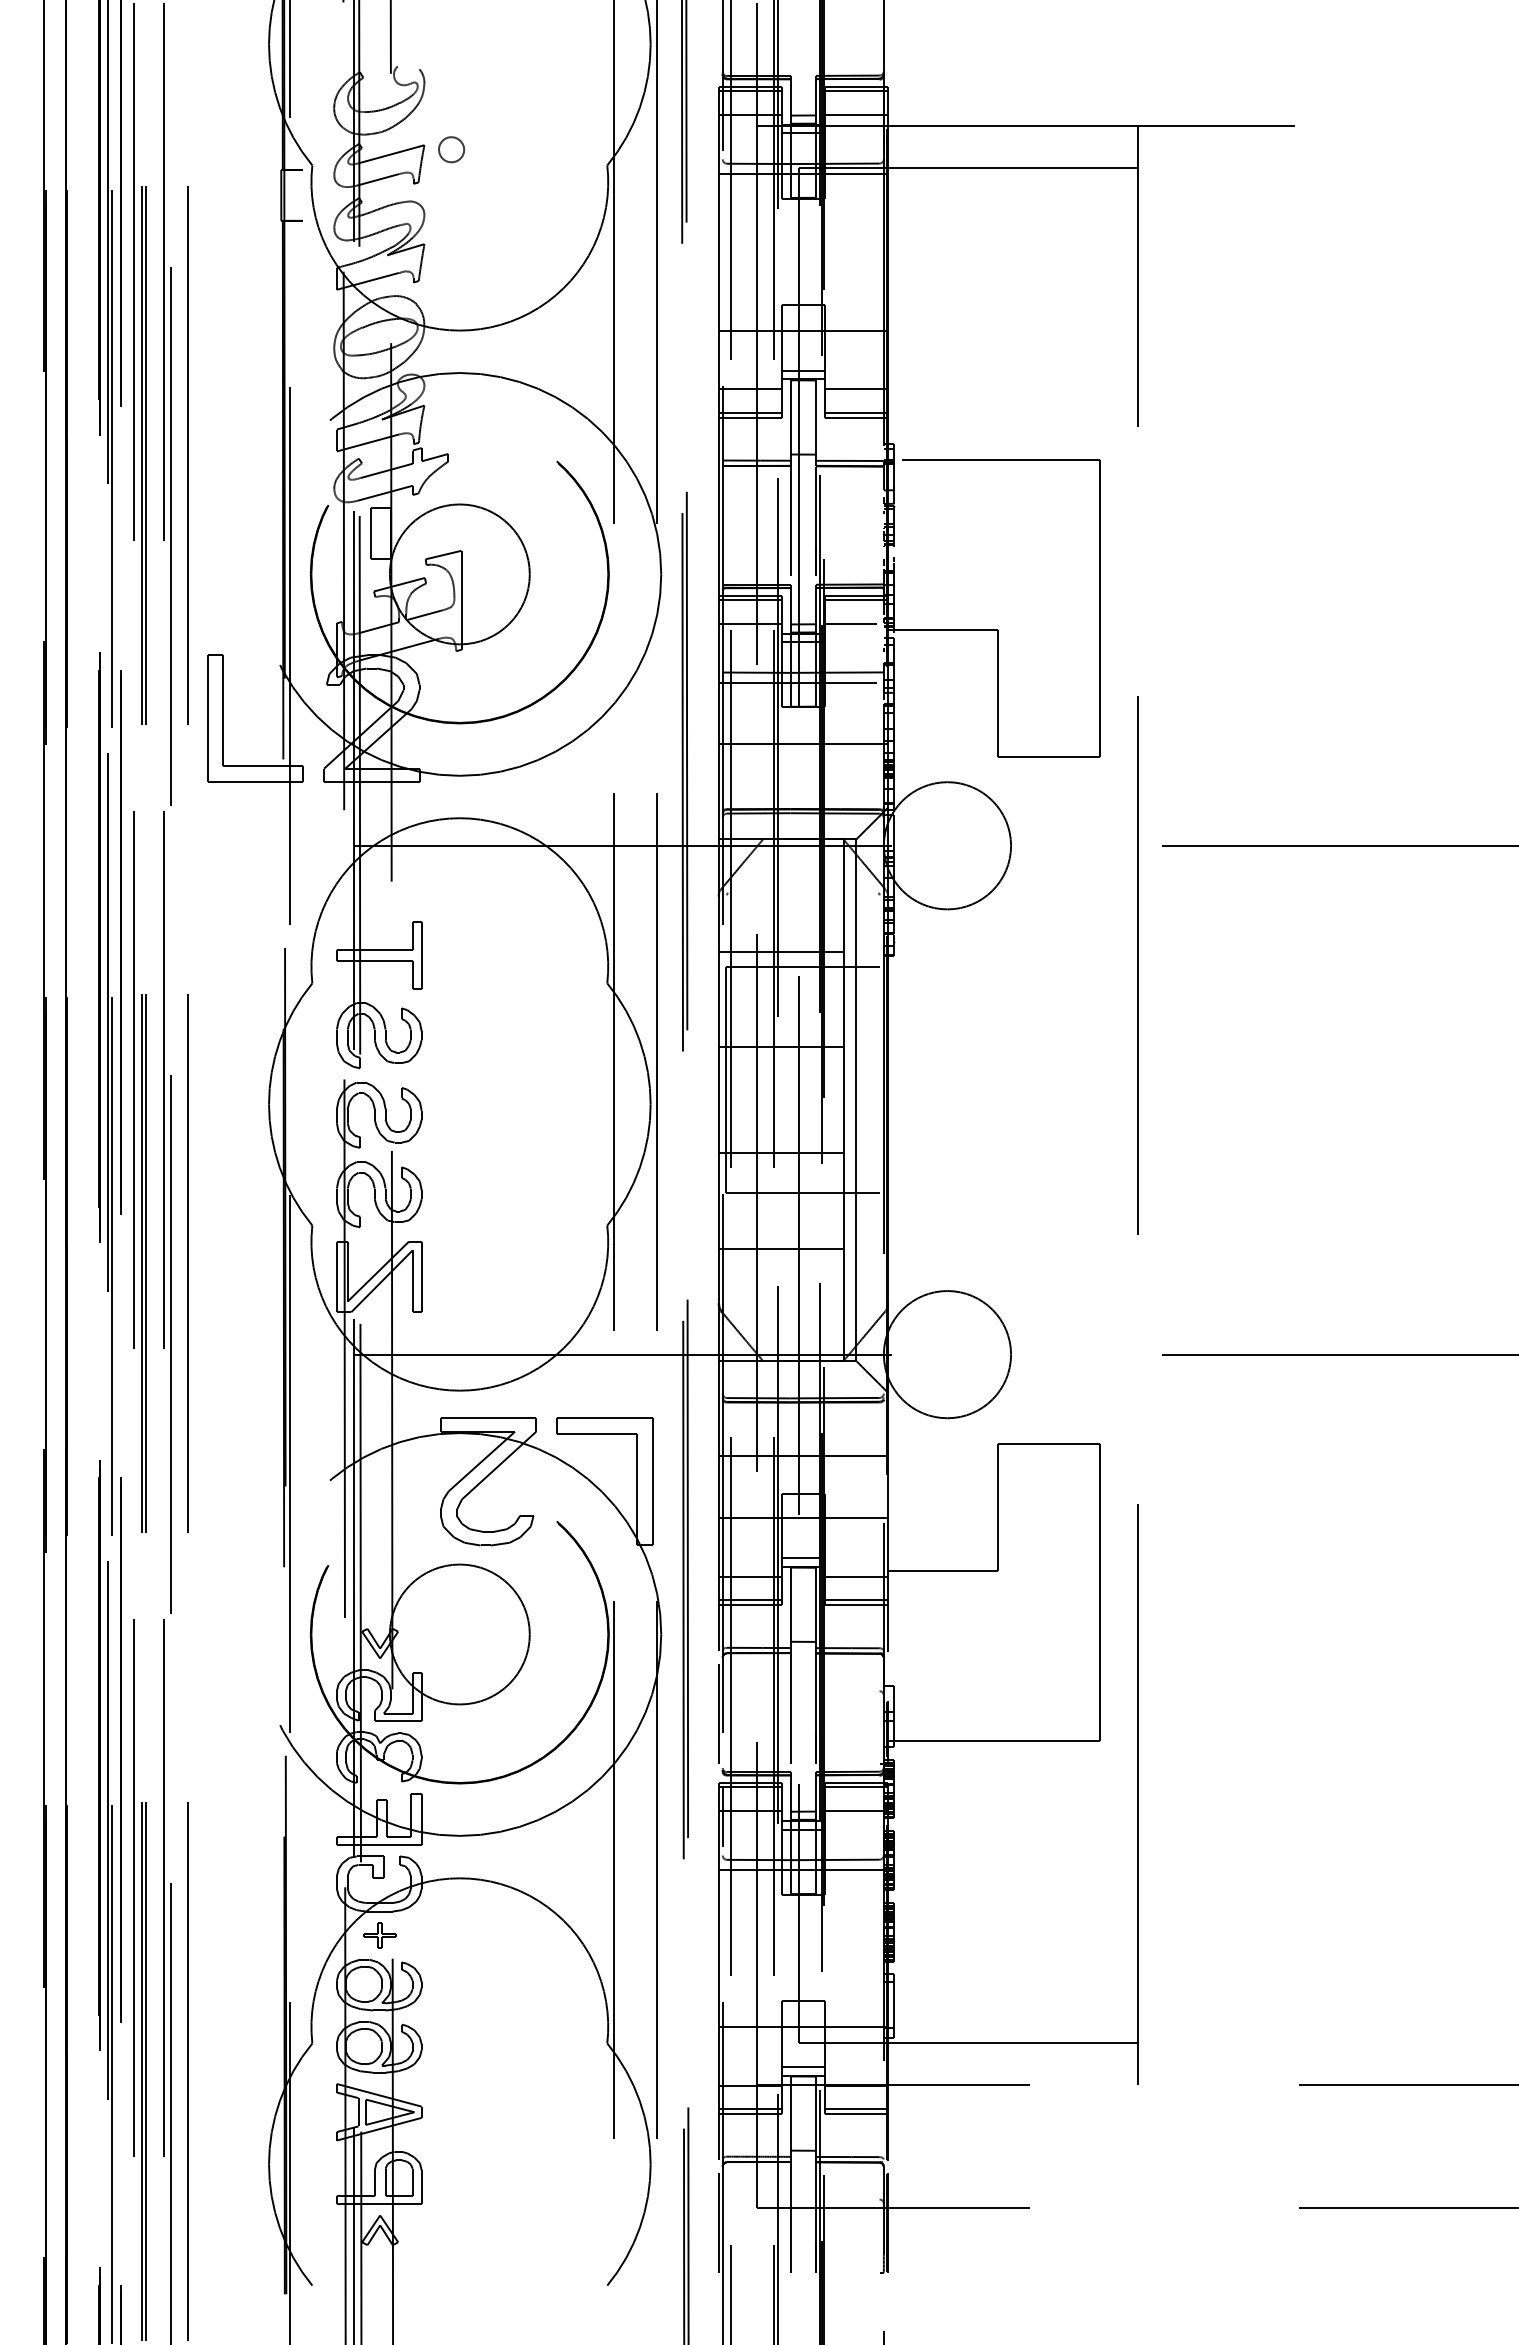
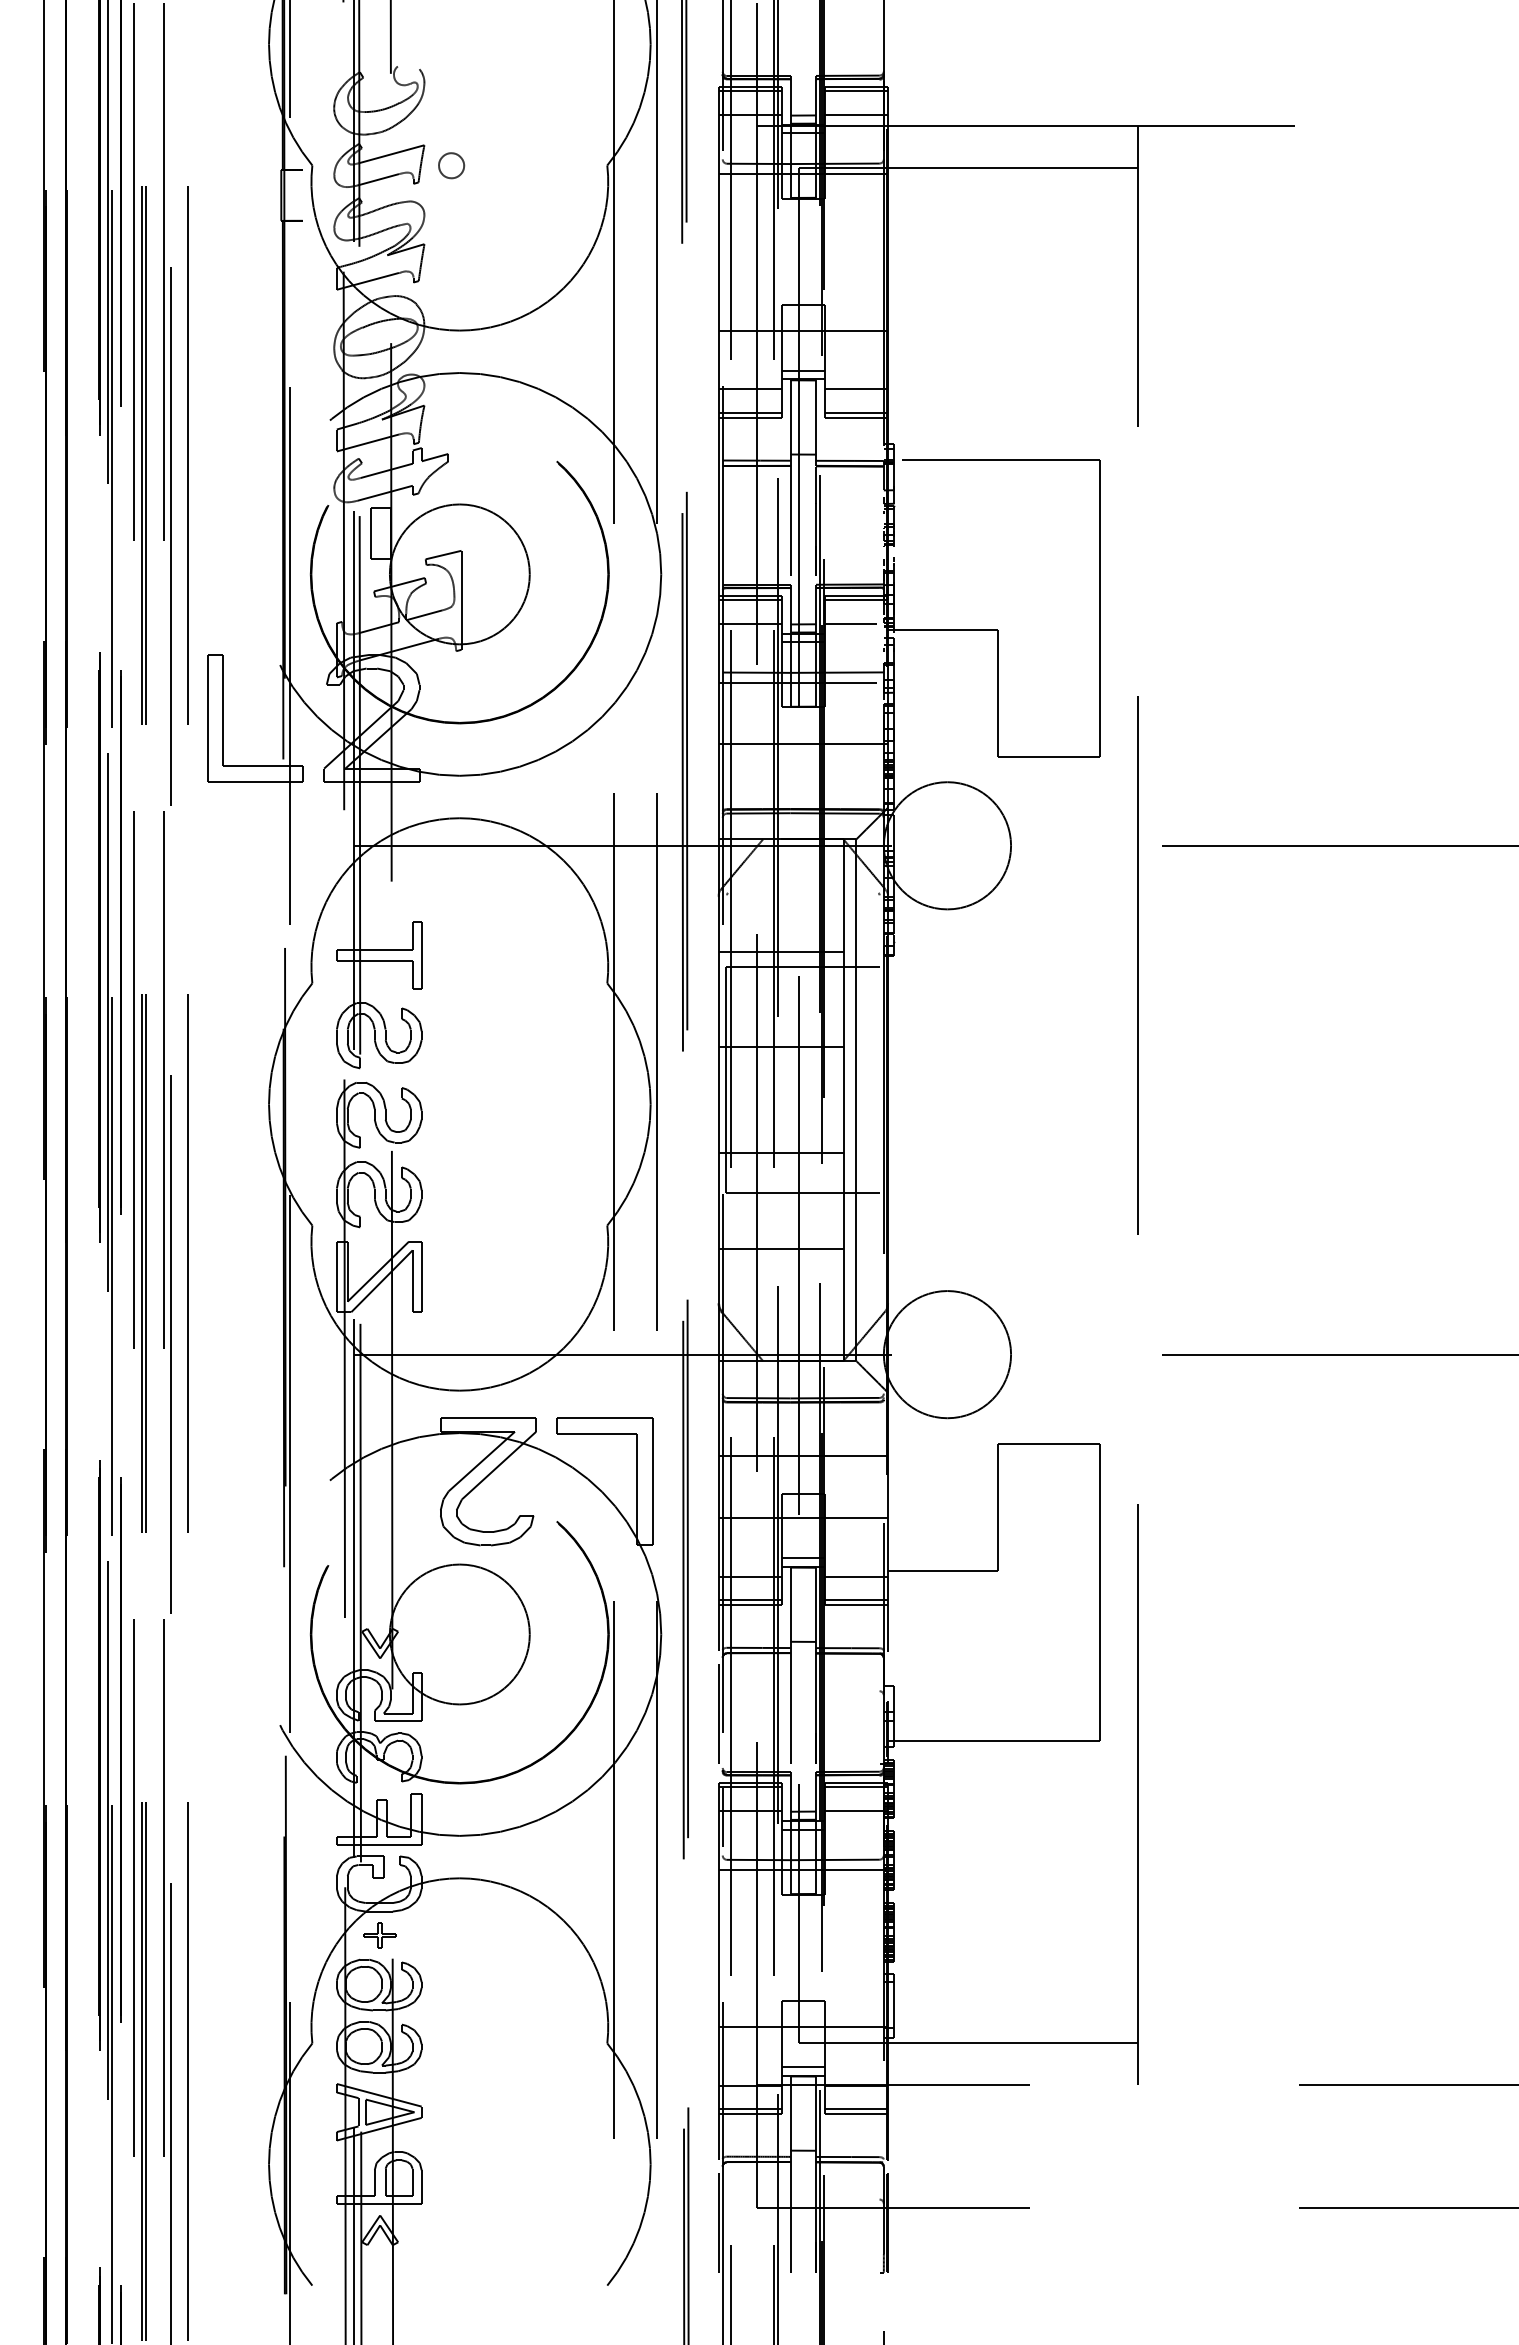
part at (451, 149) position: (451, 149) -> (451, 165)
